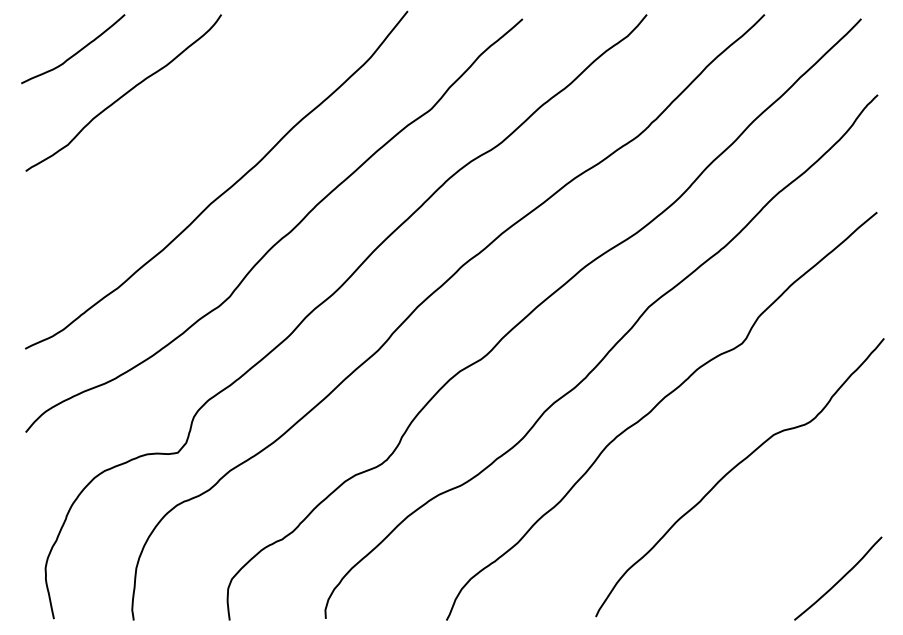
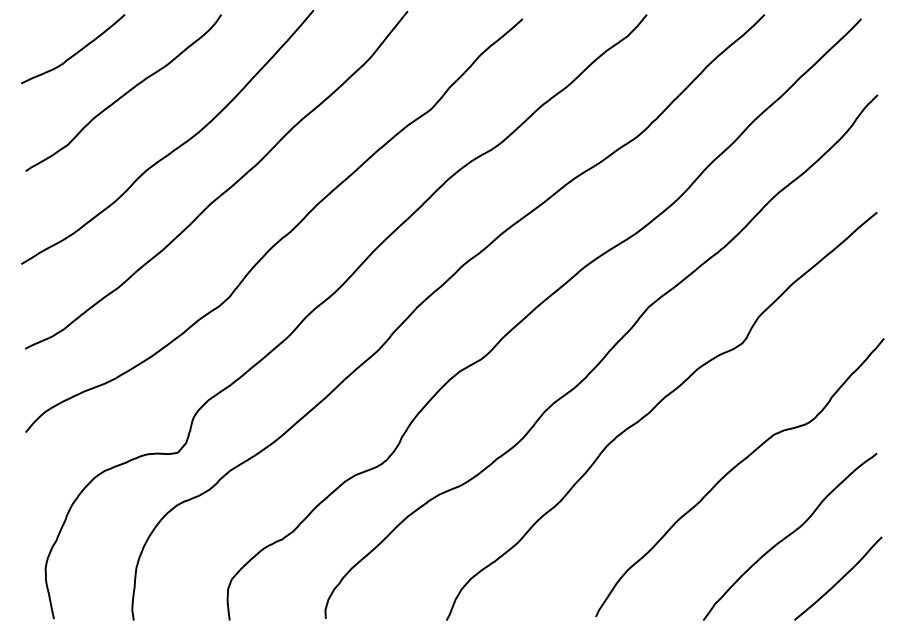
curve at (176, 147): none -> present
curve at (790, 535): none -> present
